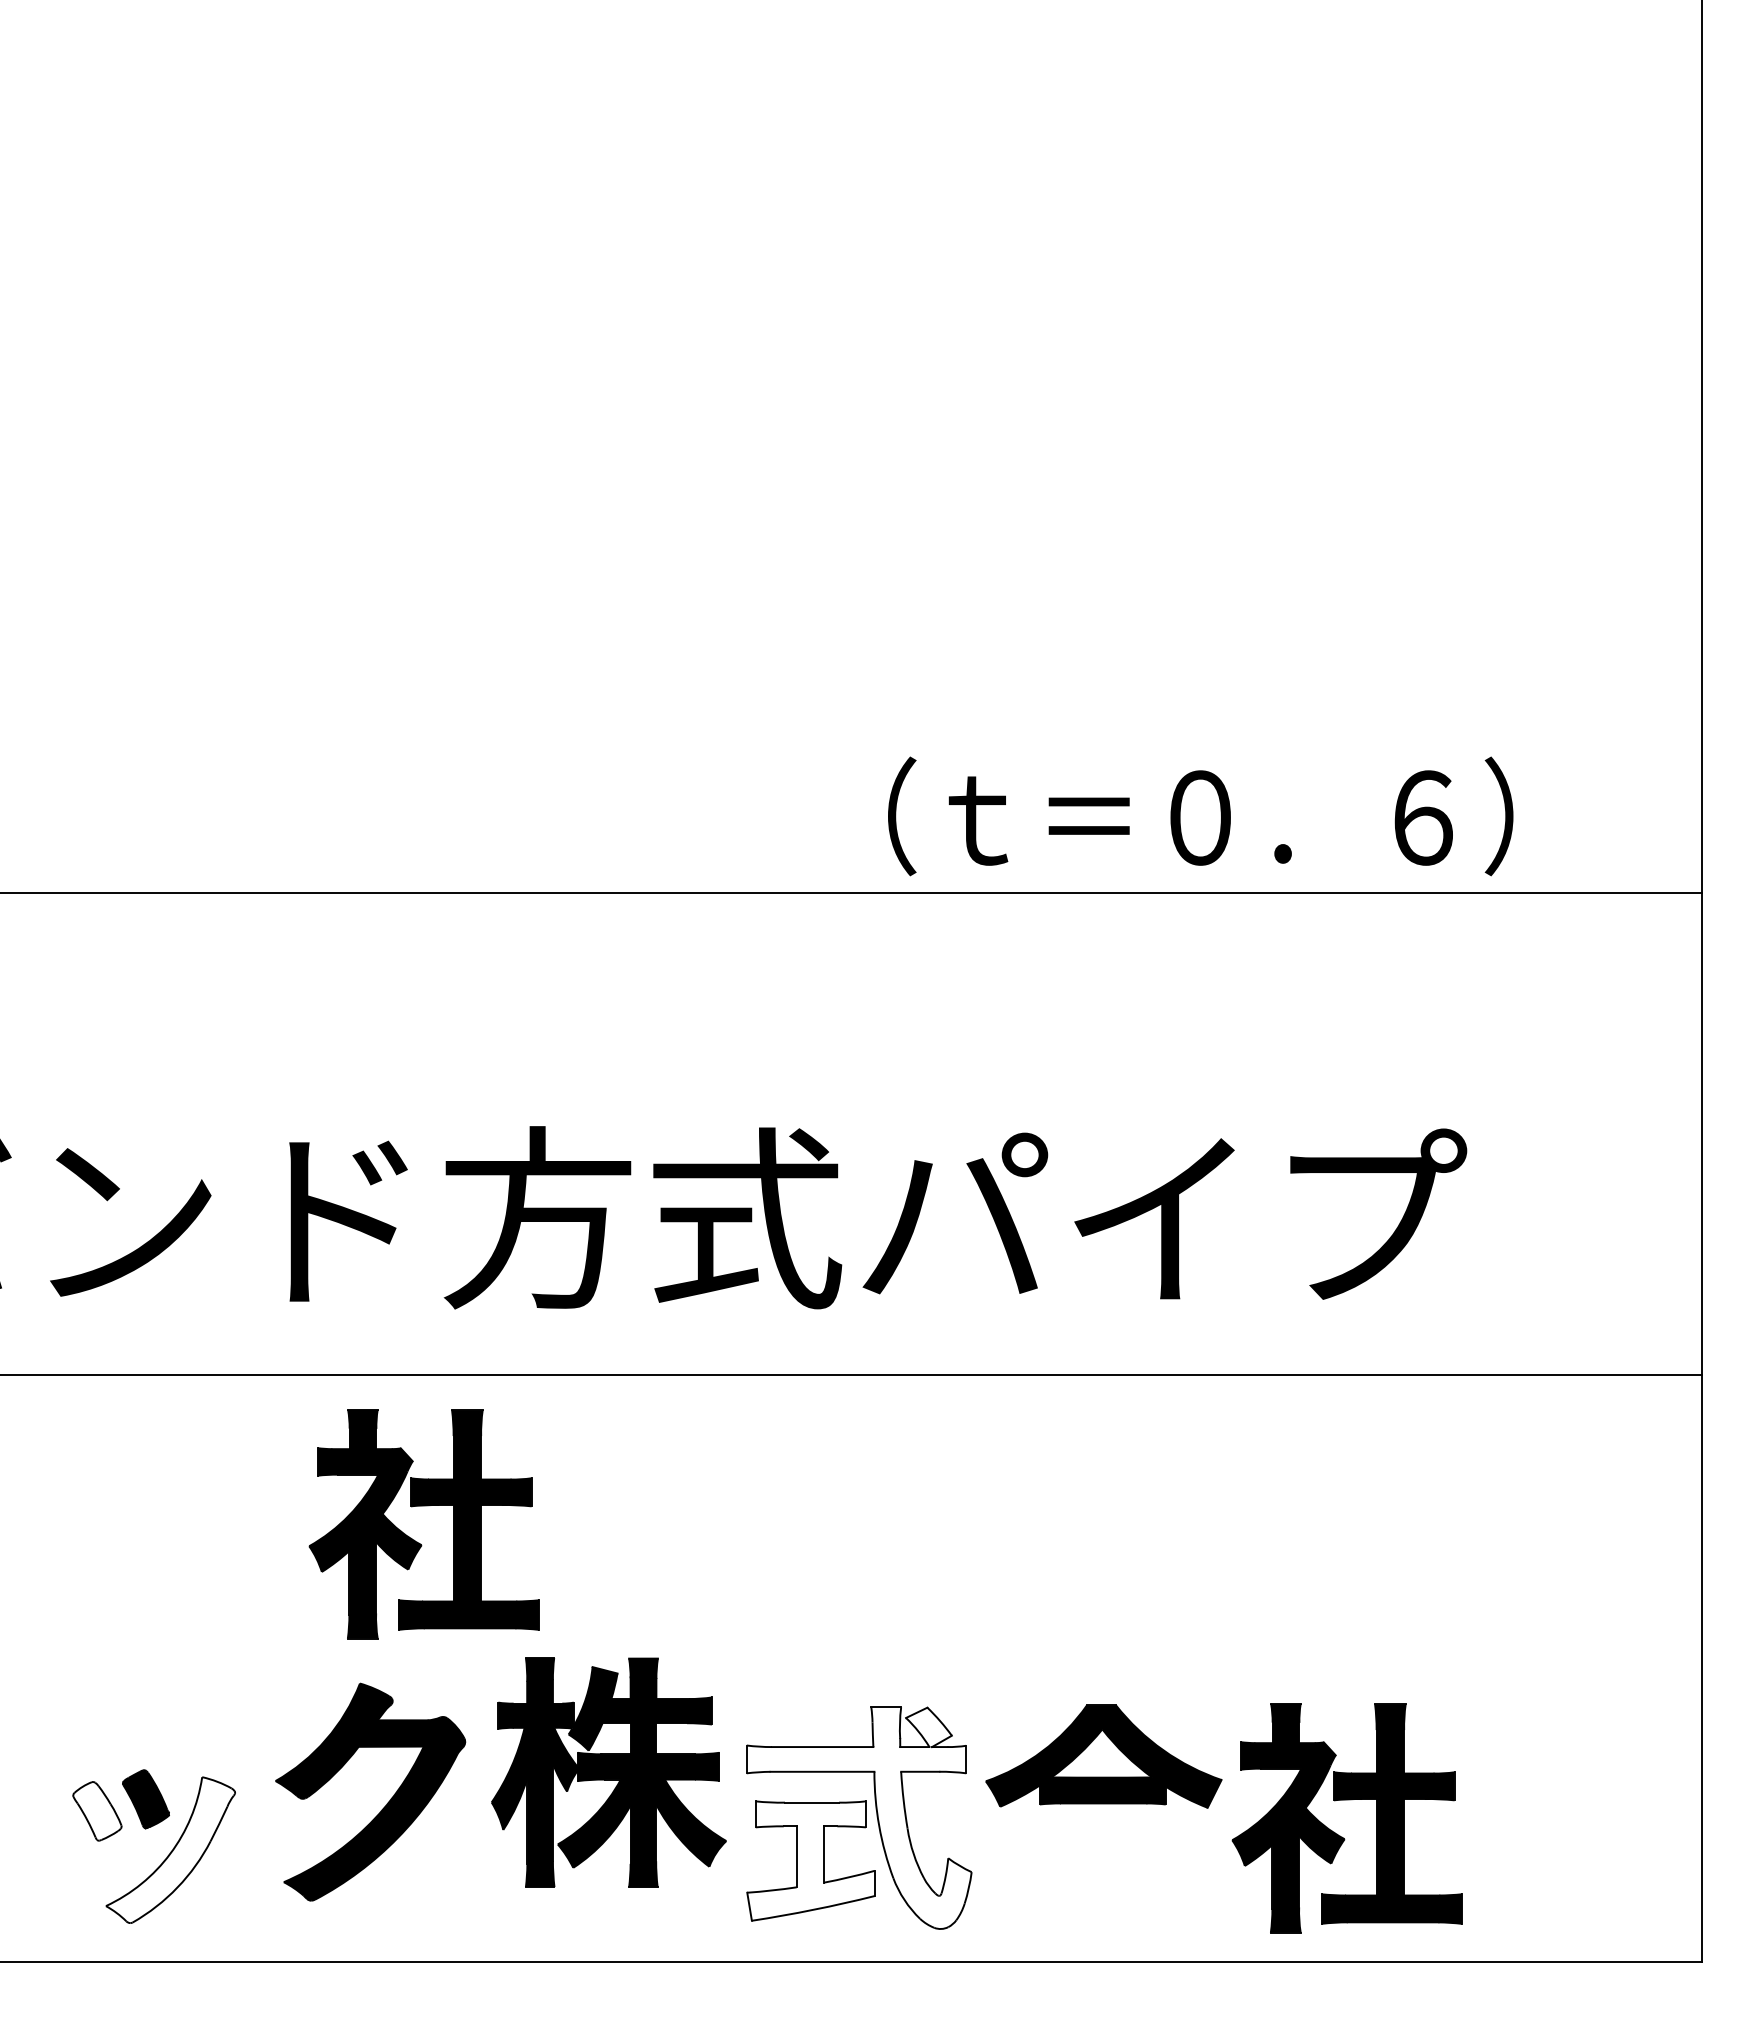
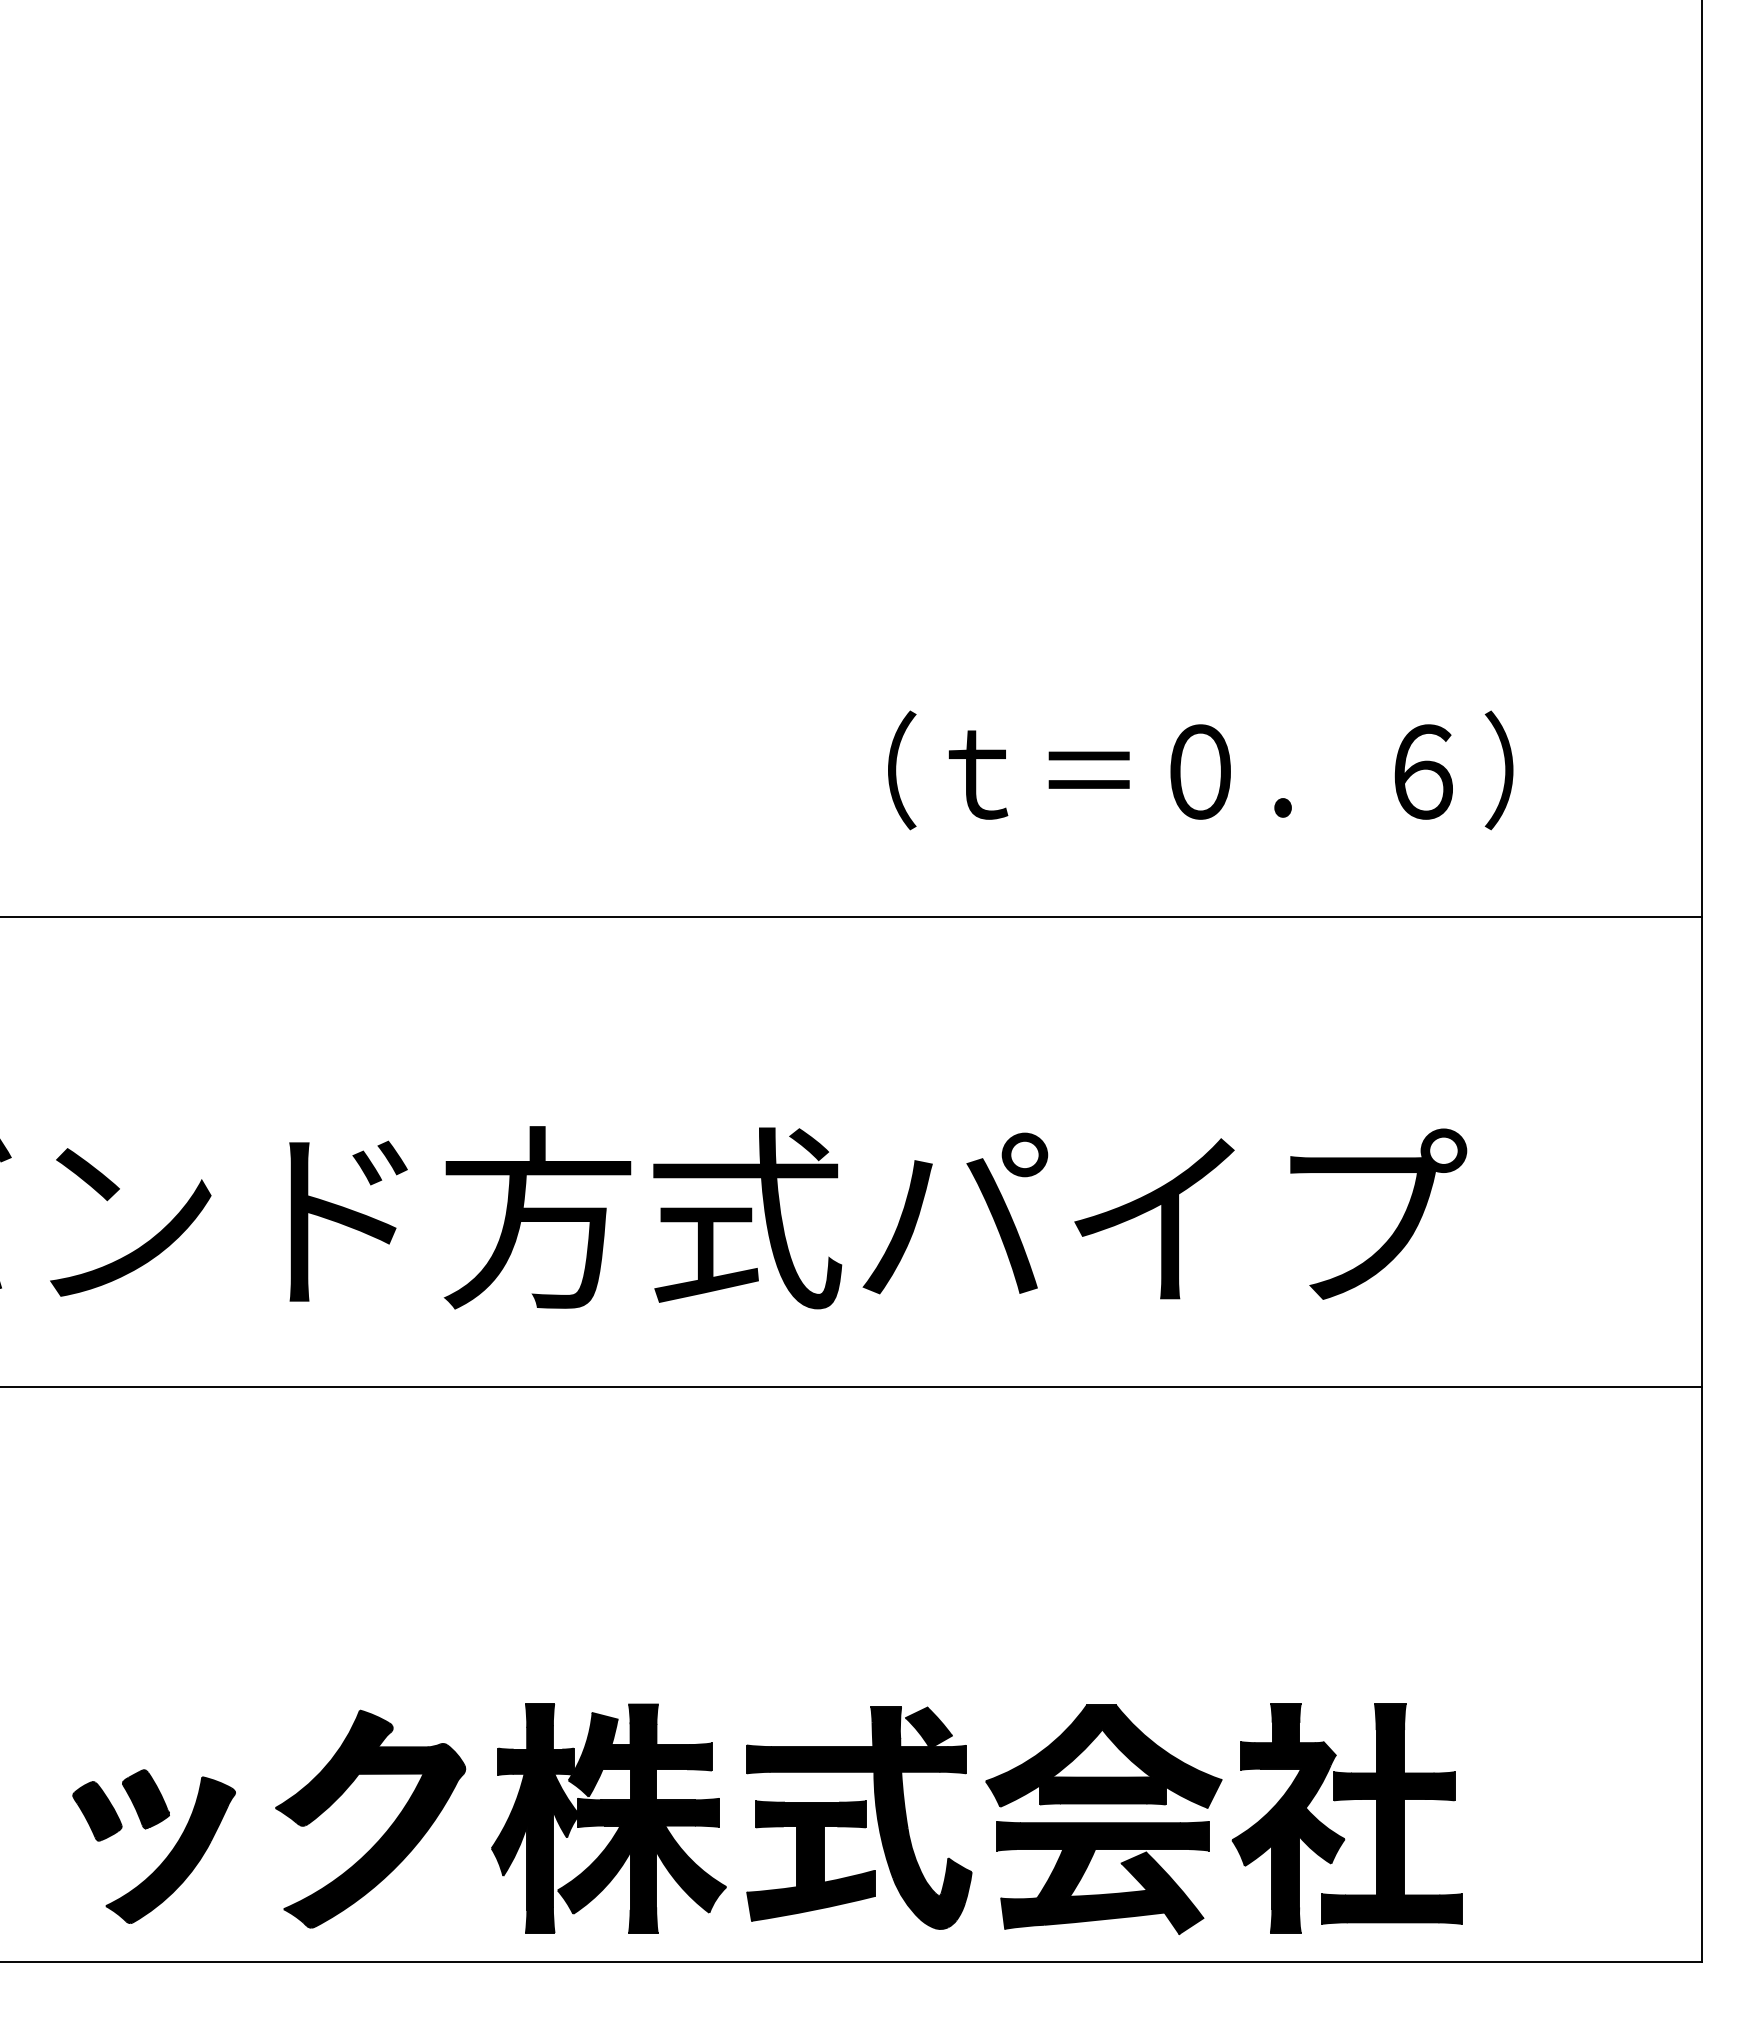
text at (1200, 816) position: (1200, 816) -> (1200, 770)
line at (852, 892) position: (852, 892) -> (852, 916)
line at (852, 1375) position: (852, 1375) -> (852, 1387)
part at (414, 1539): present -> none
part at (608, 1772) position: (608, 1772) -> (608, 1818)
part at (386, 1803) position: (386, 1803) -> (386, 1830)
fill at (97, 1811): none -> present
fill at (858, 1817): none -> present
fill at (170, 1850): none -> present
fill at (810, 1860): none -> present
part at (1105, 1893): none -> present
